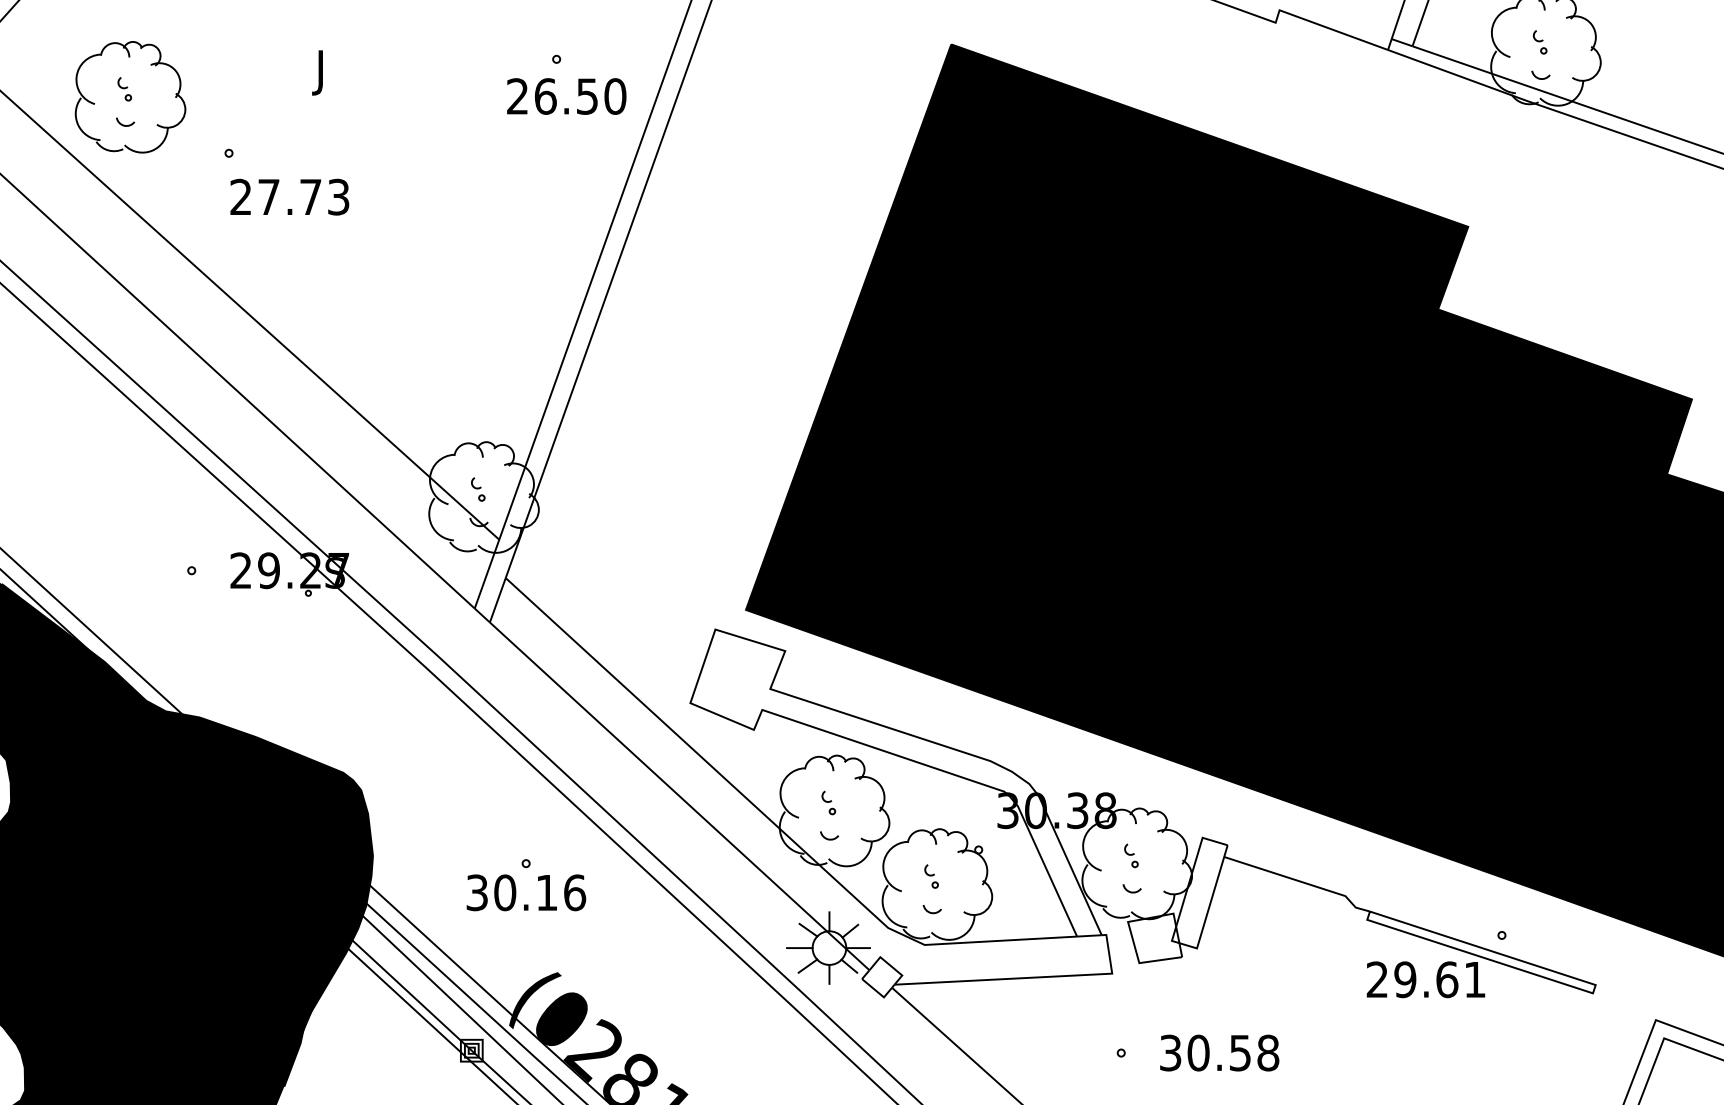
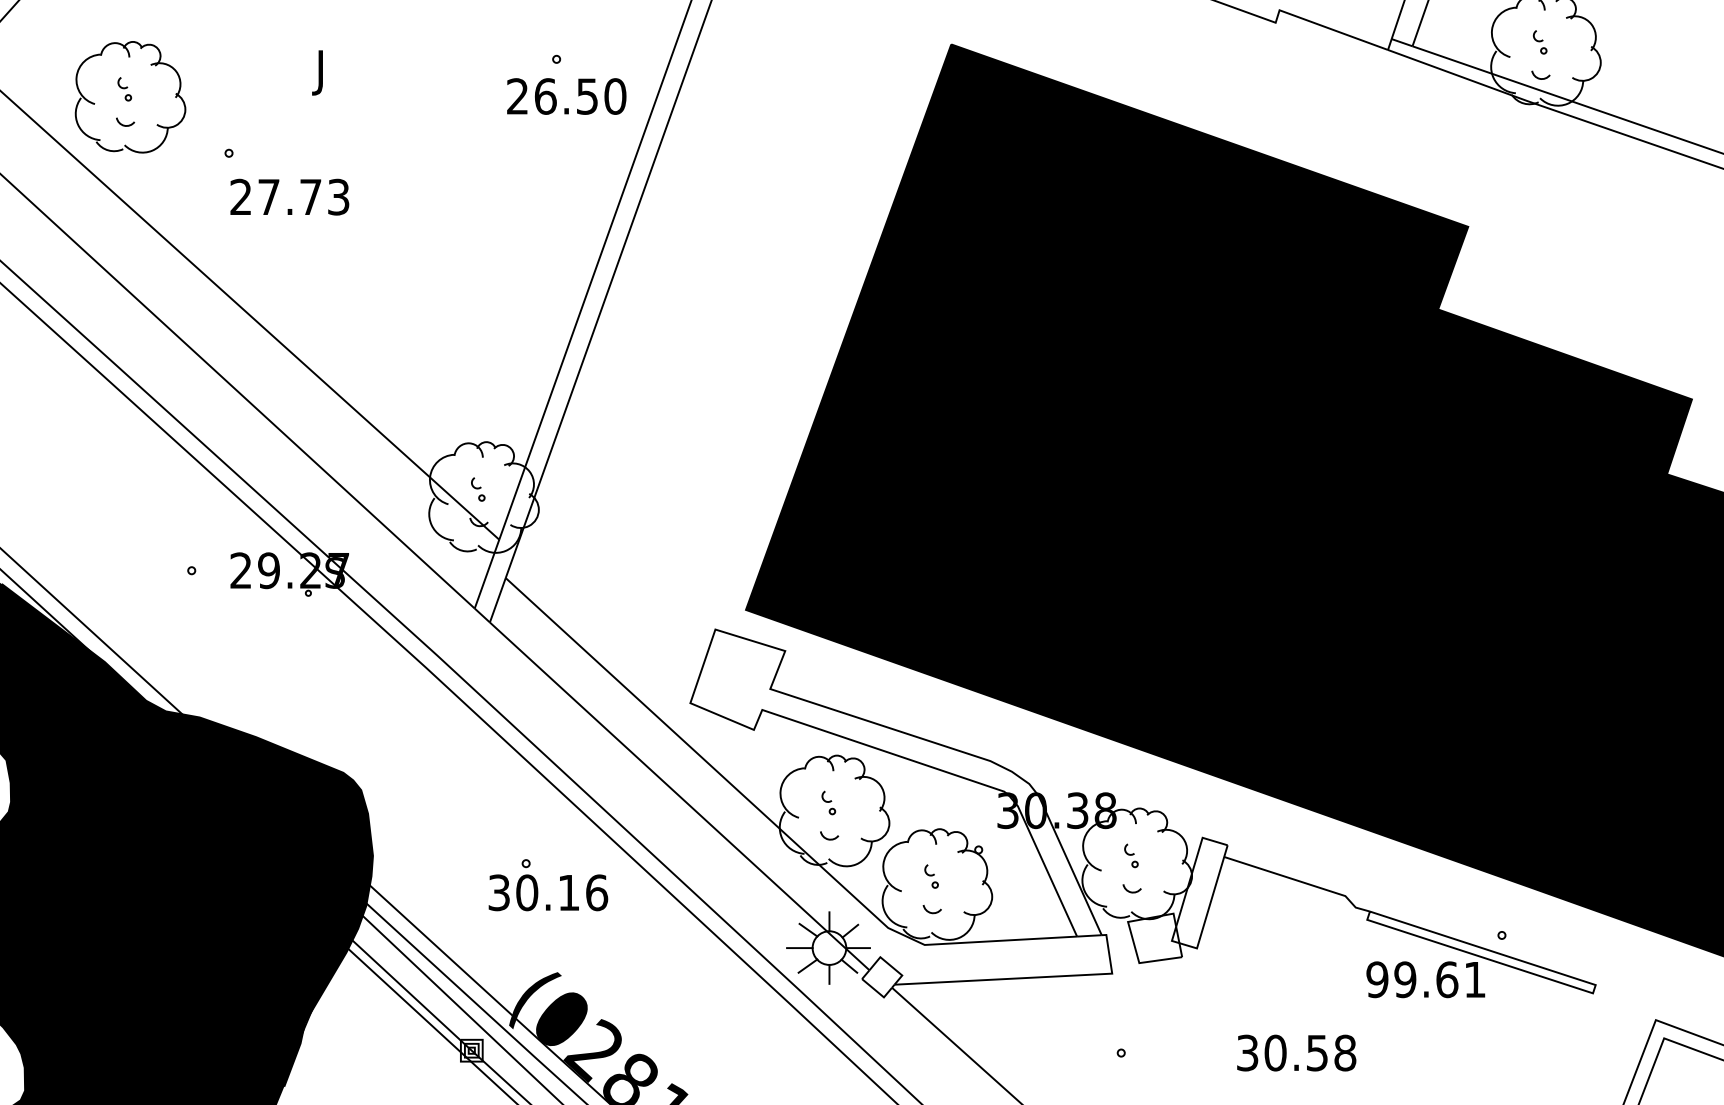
text at (526, 892) position: (526, 892) -> (548, 892)
text at (1377, 979): 29.61 -> 99.61
text at (1219, 1052) position: (1219, 1052) -> (1296, 1052)
